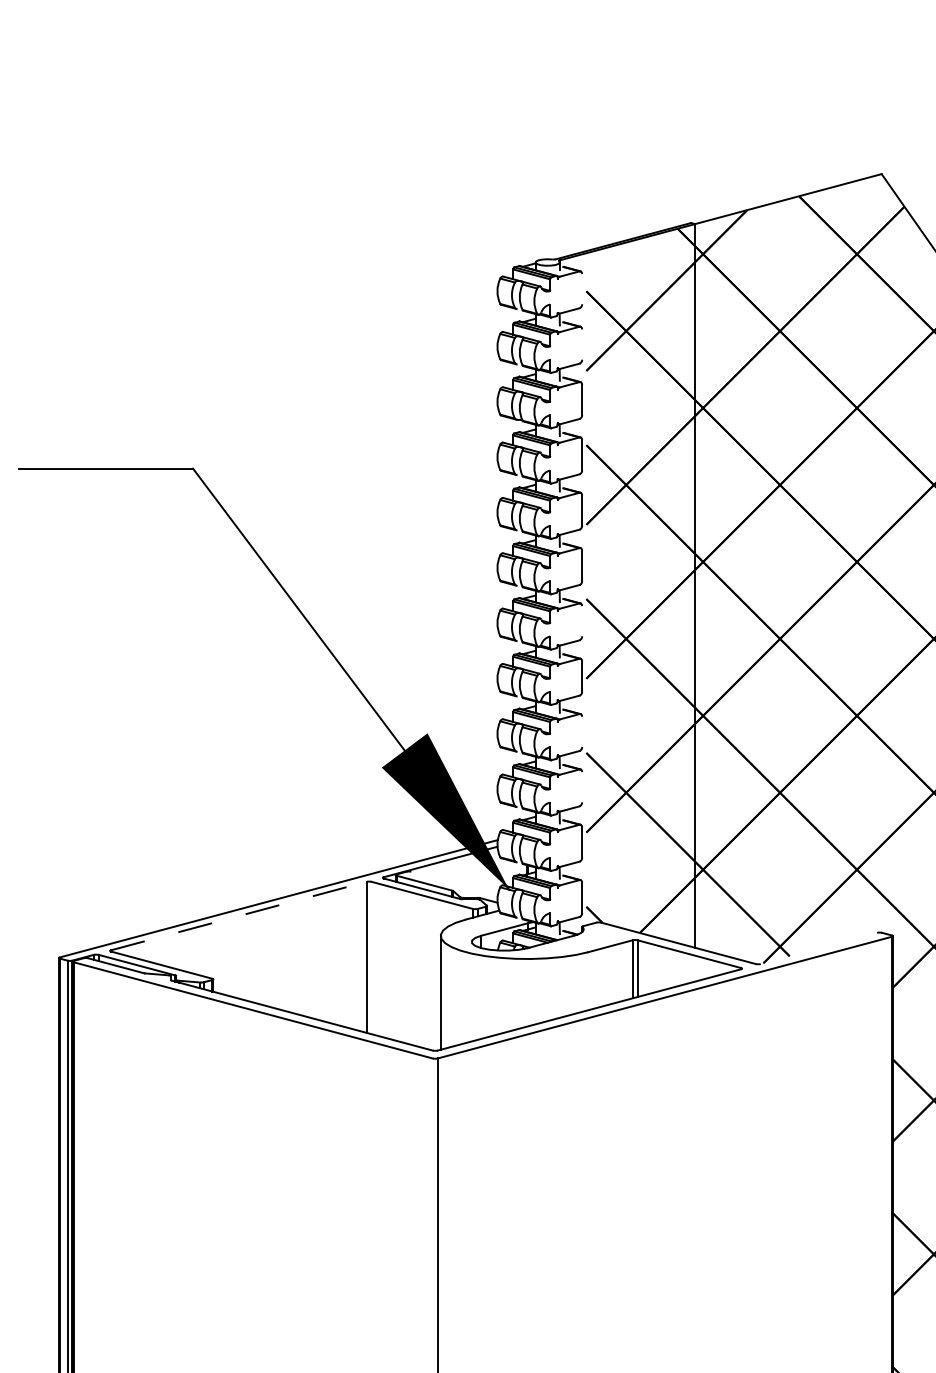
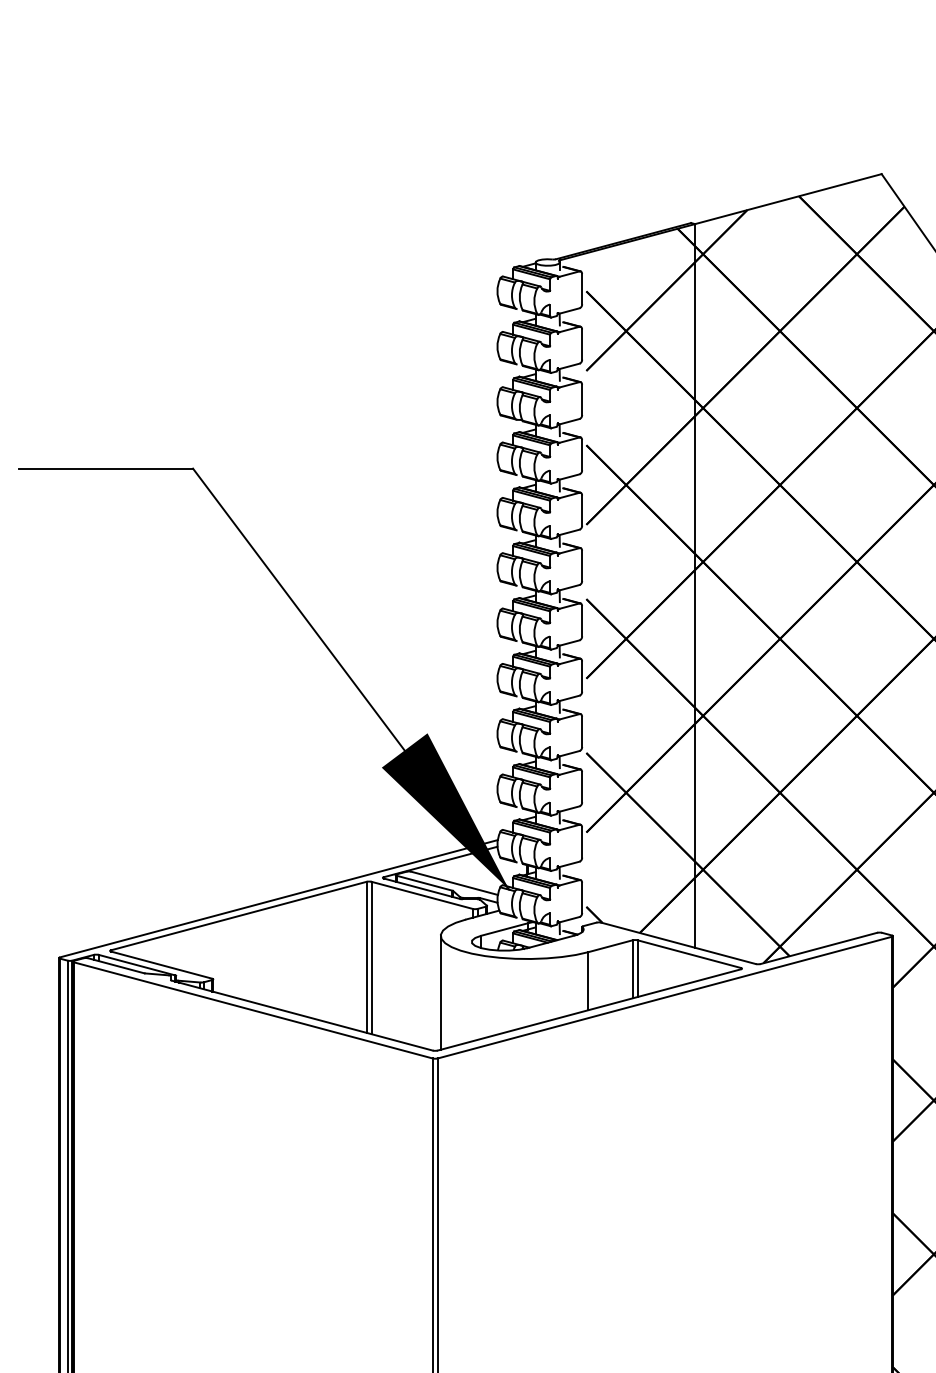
line at (582, 289): none -> present
line at (582, 344): none -> present
line at (582, 621): none -> present
line at (582, 731): none -> present
line at (582, 787): none -> present
line at (454, 882): none -> present
line at (239, 915): dashed -> solid
line at (818, 948): none -> present
line at (371, 957): none -> present
line at (588, 981): none -> present
line at (432, 1213): none -> present
